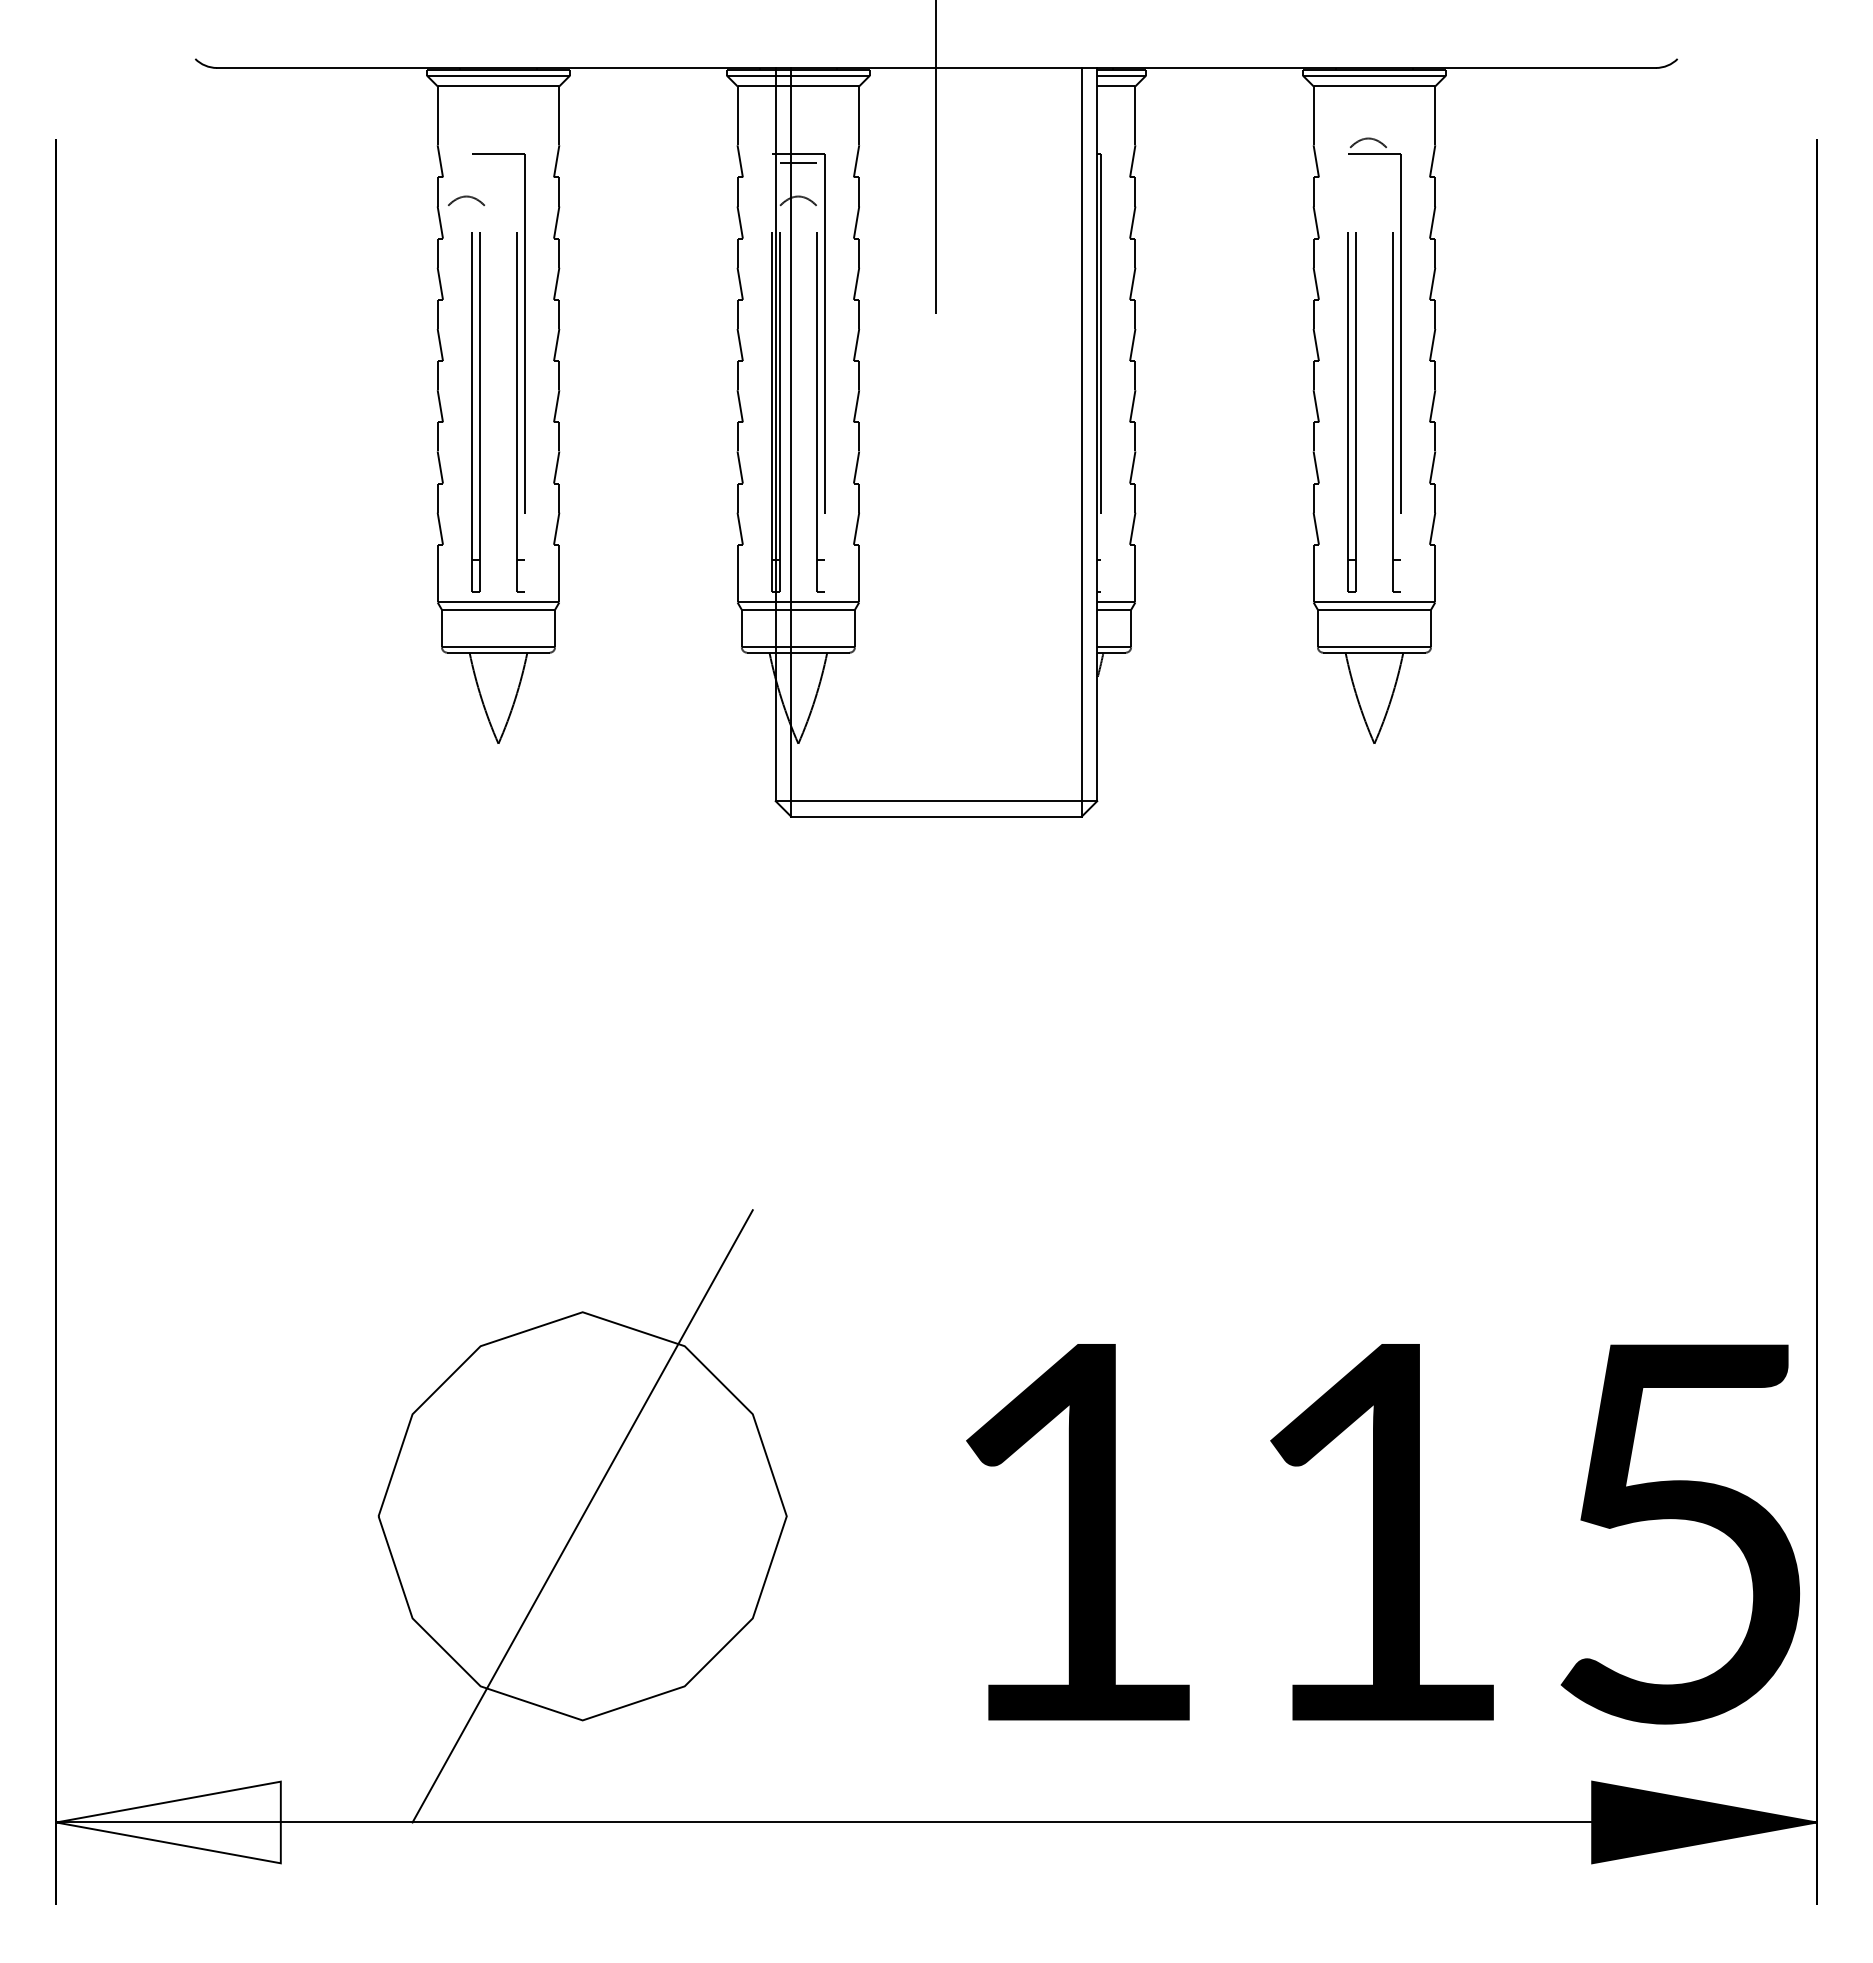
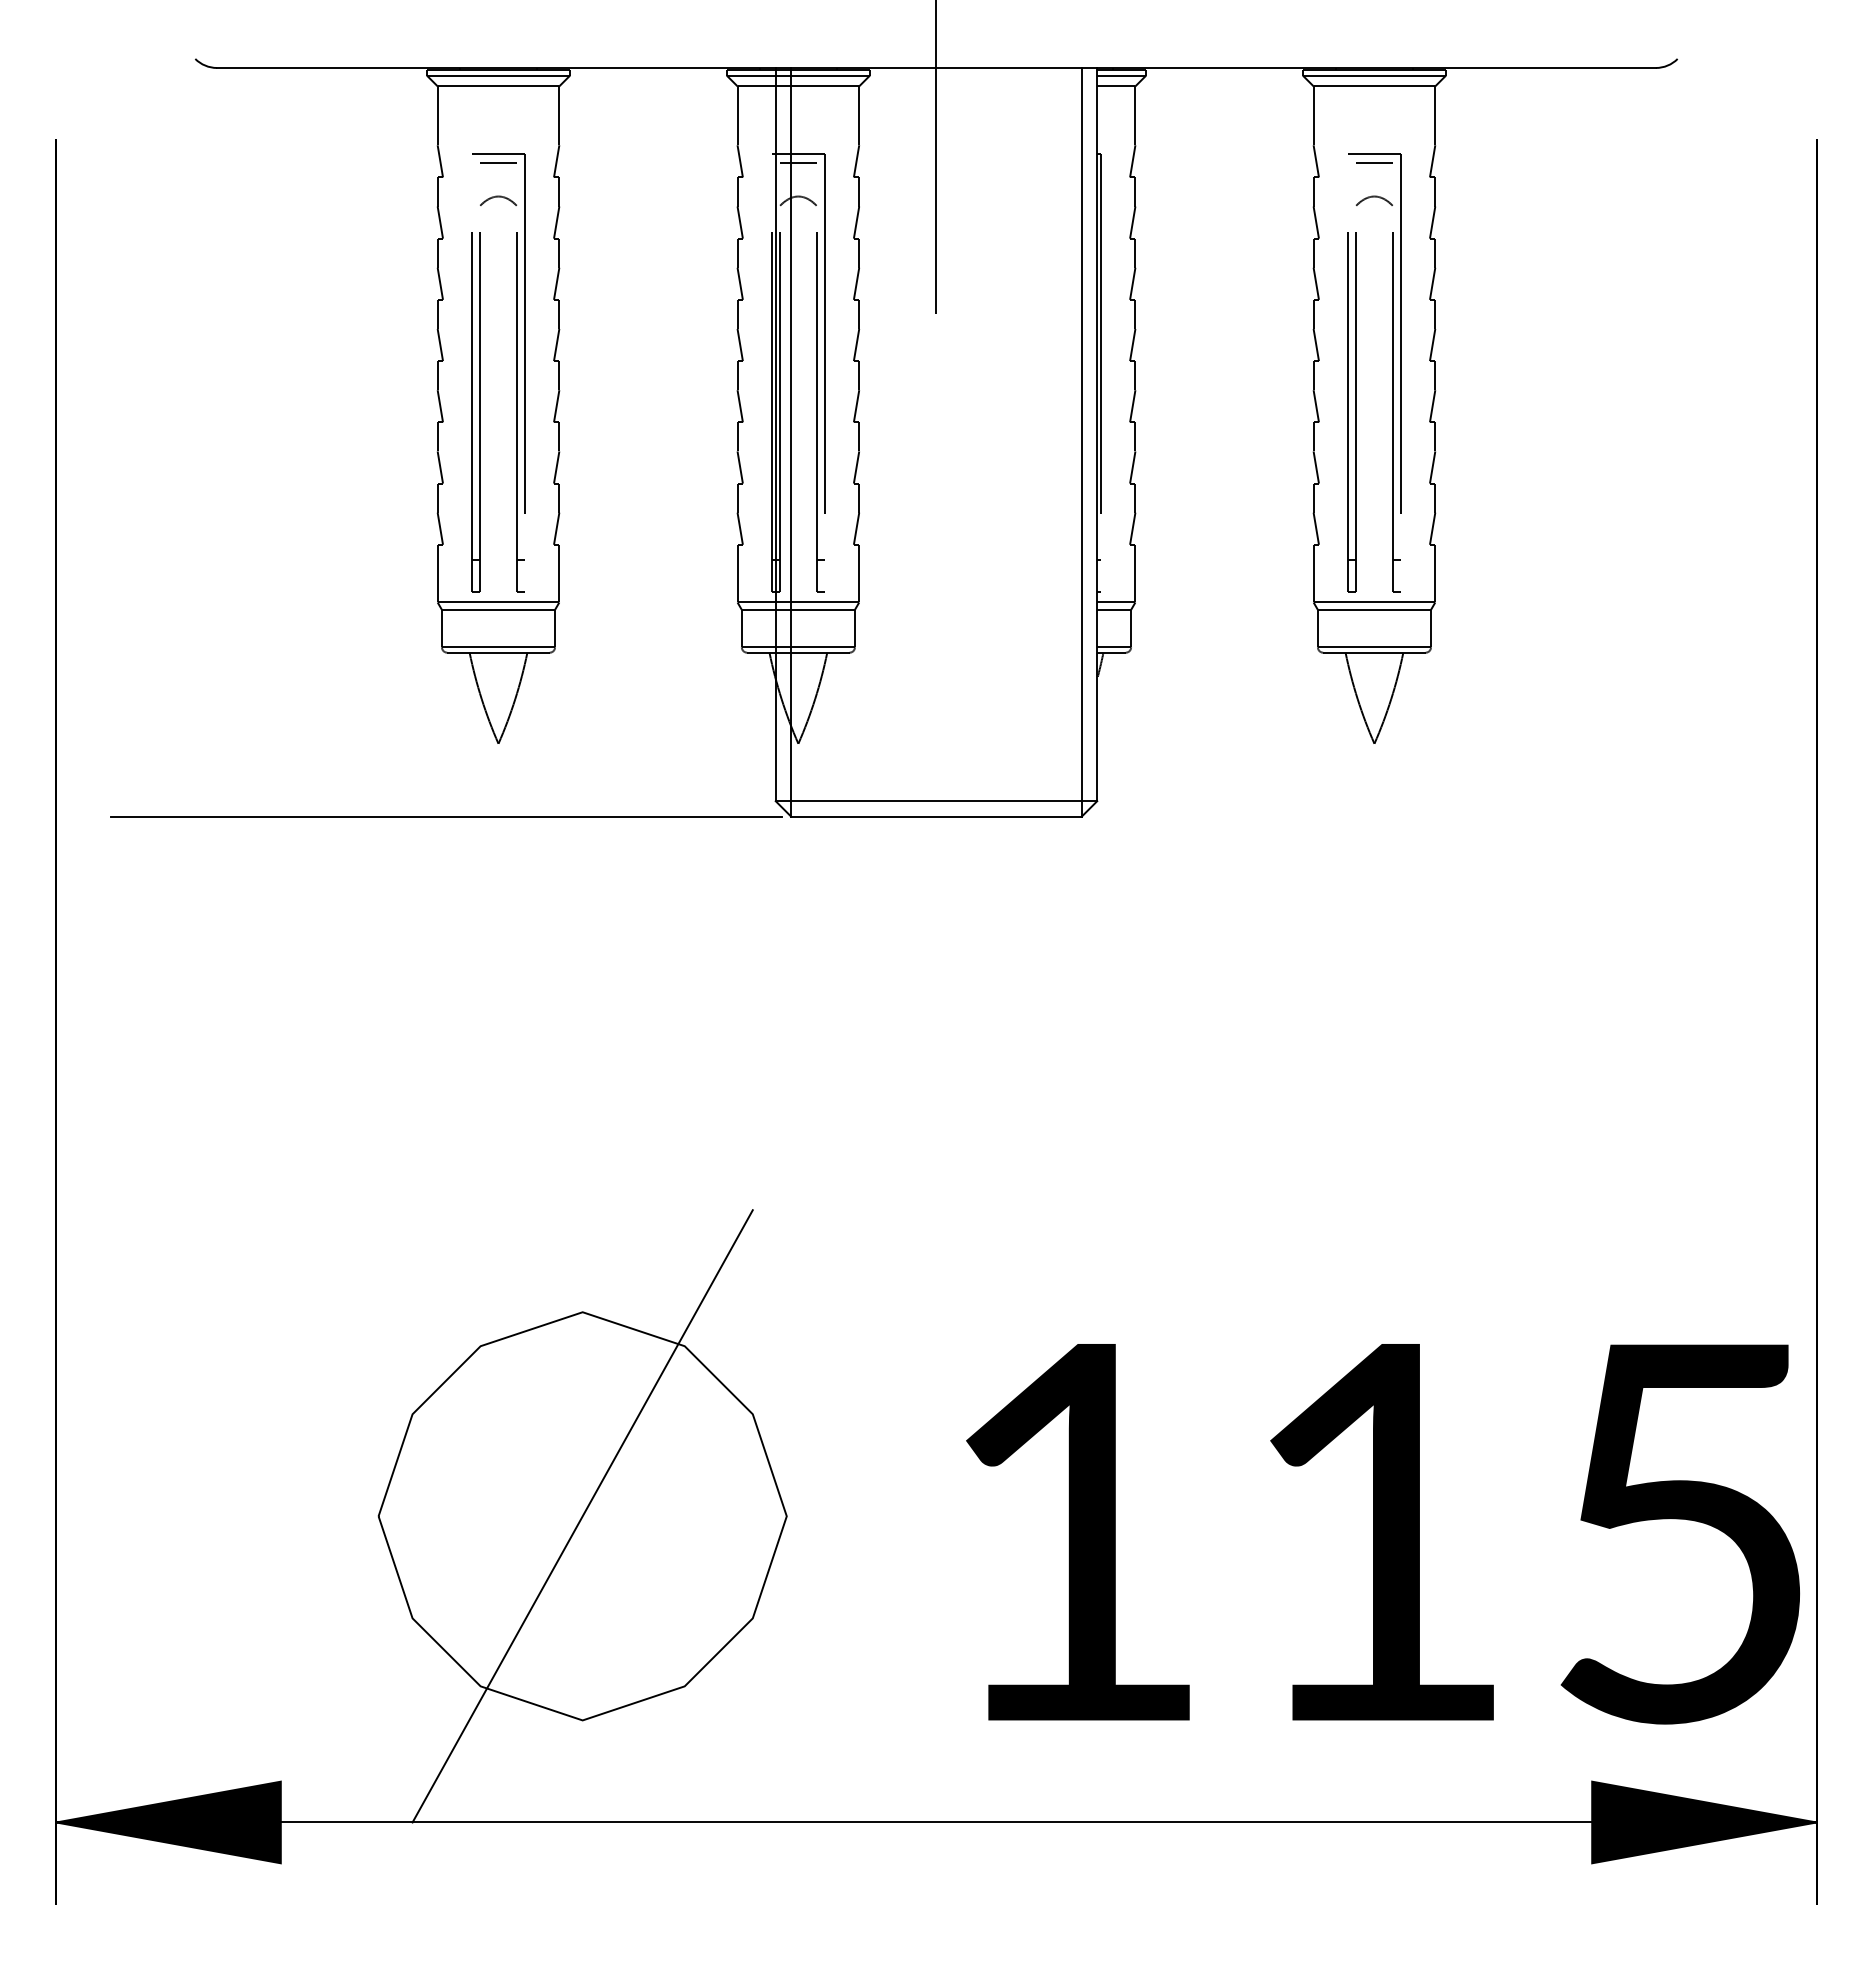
curve at (1367, 139) position: (1367, 139) -> (1373, 197)
line at (498, 162): none -> present
line at (1374, 162): none -> present
curve at (466, 197) position: (466, 197) -> (498, 197)
line at (446, 816): none -> present
fill at (168, 1822): none -> present
